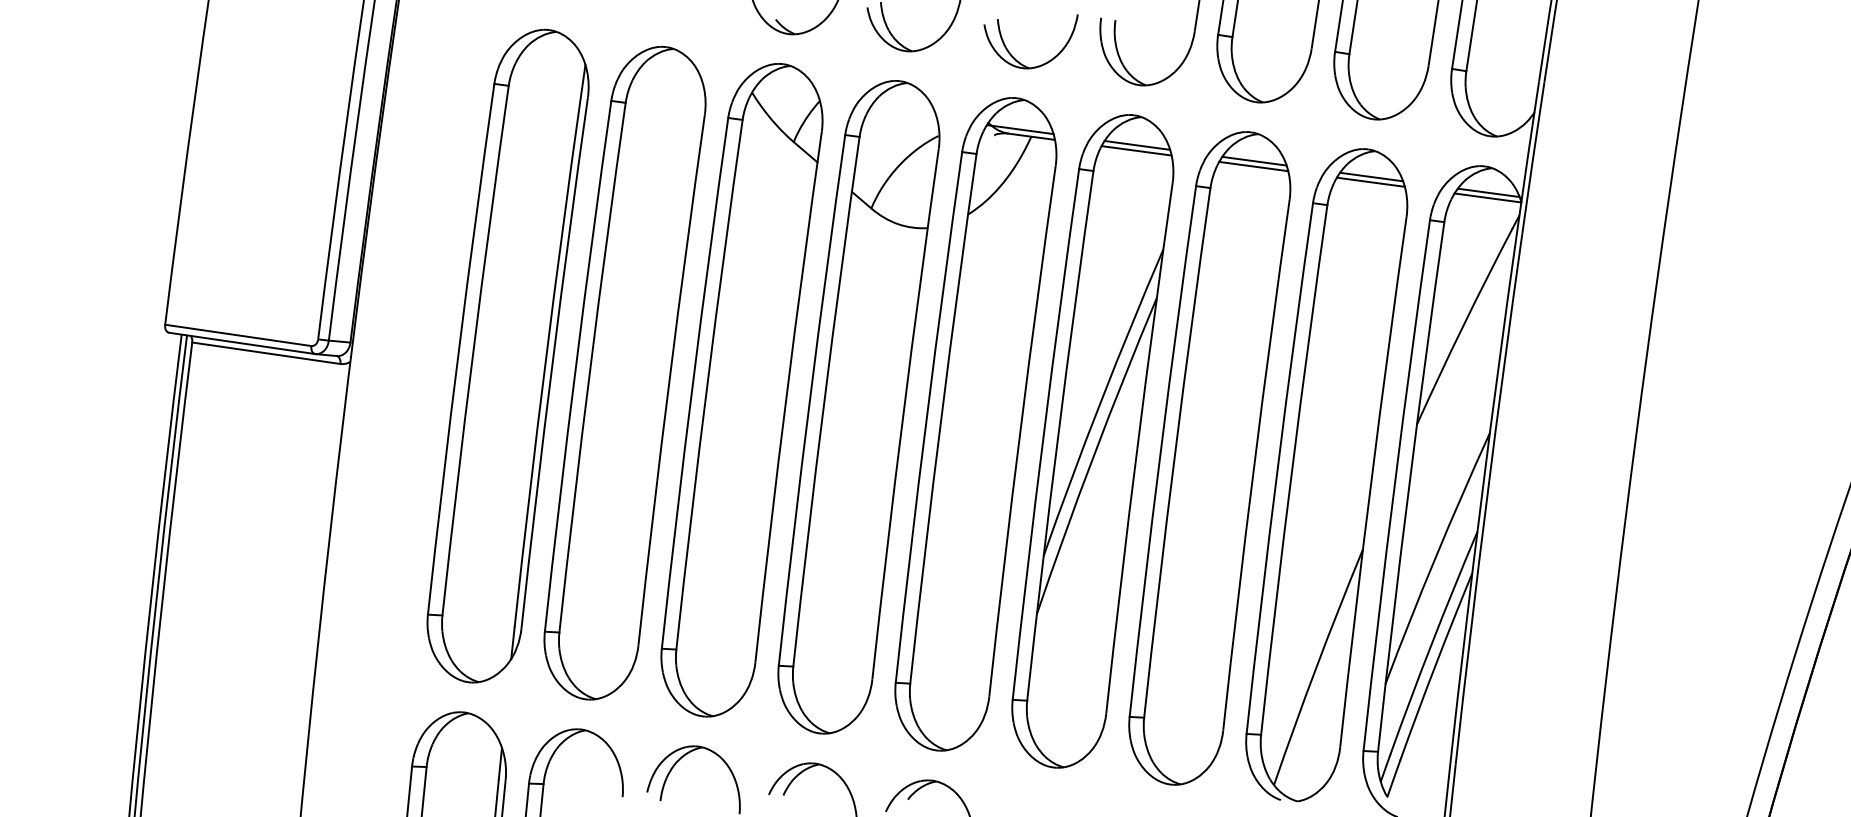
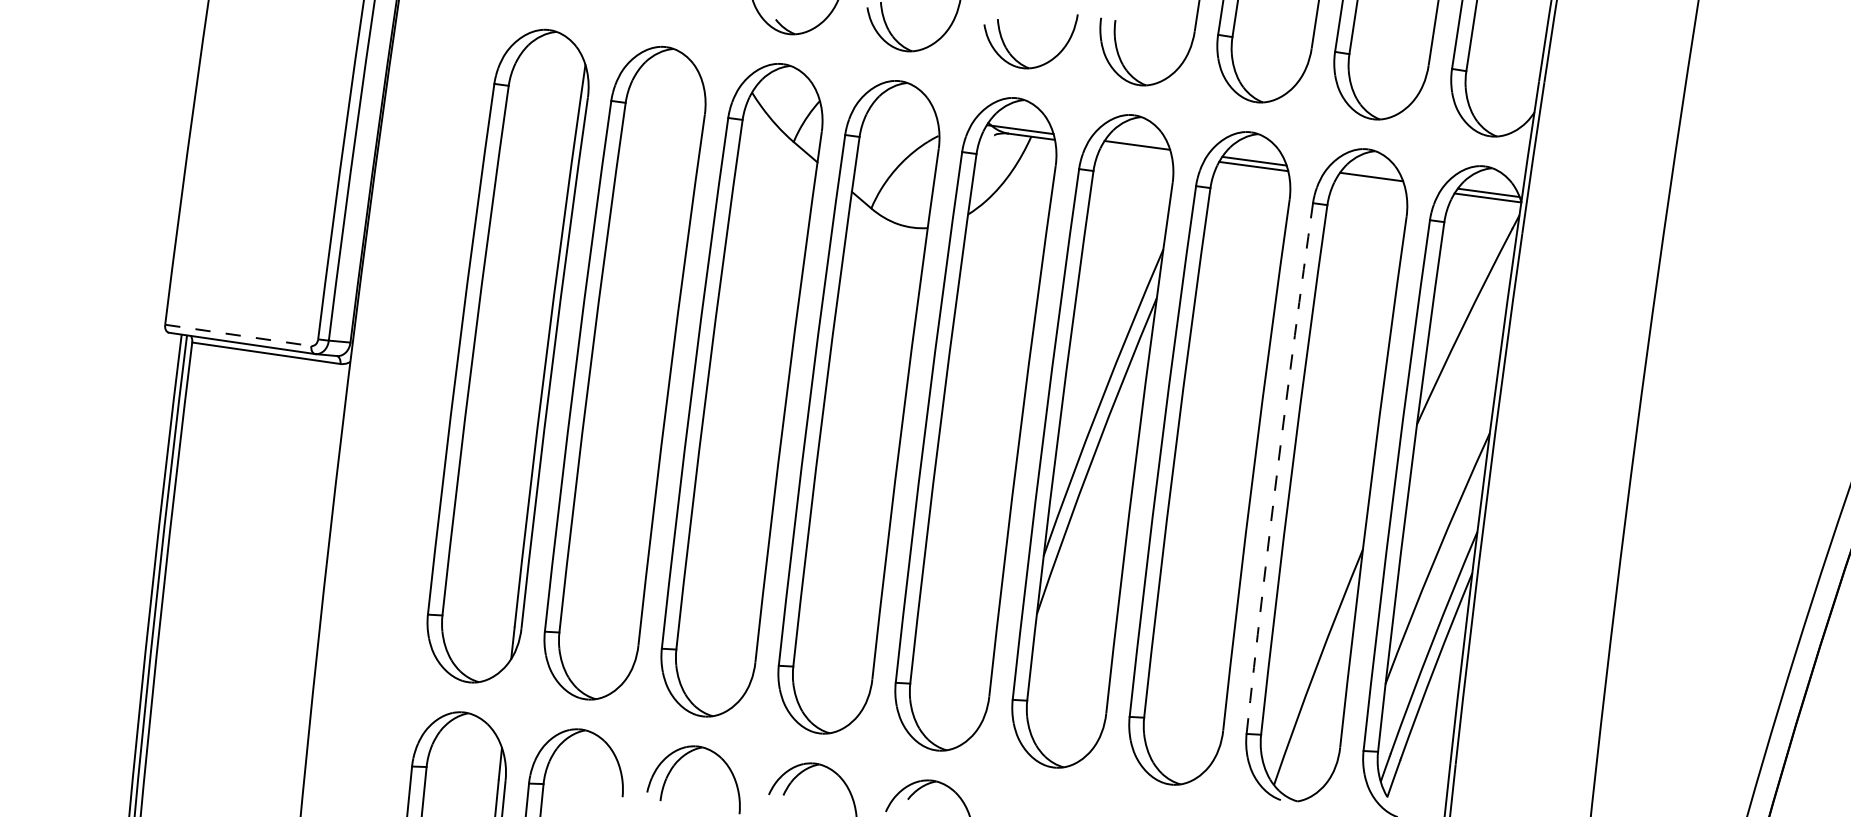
line at (1136, 150): present -> none
line at (1370, 181): present -> none
line at (238, 335): solid -> dashed
arc at (1277, 468): solid -> dashed
